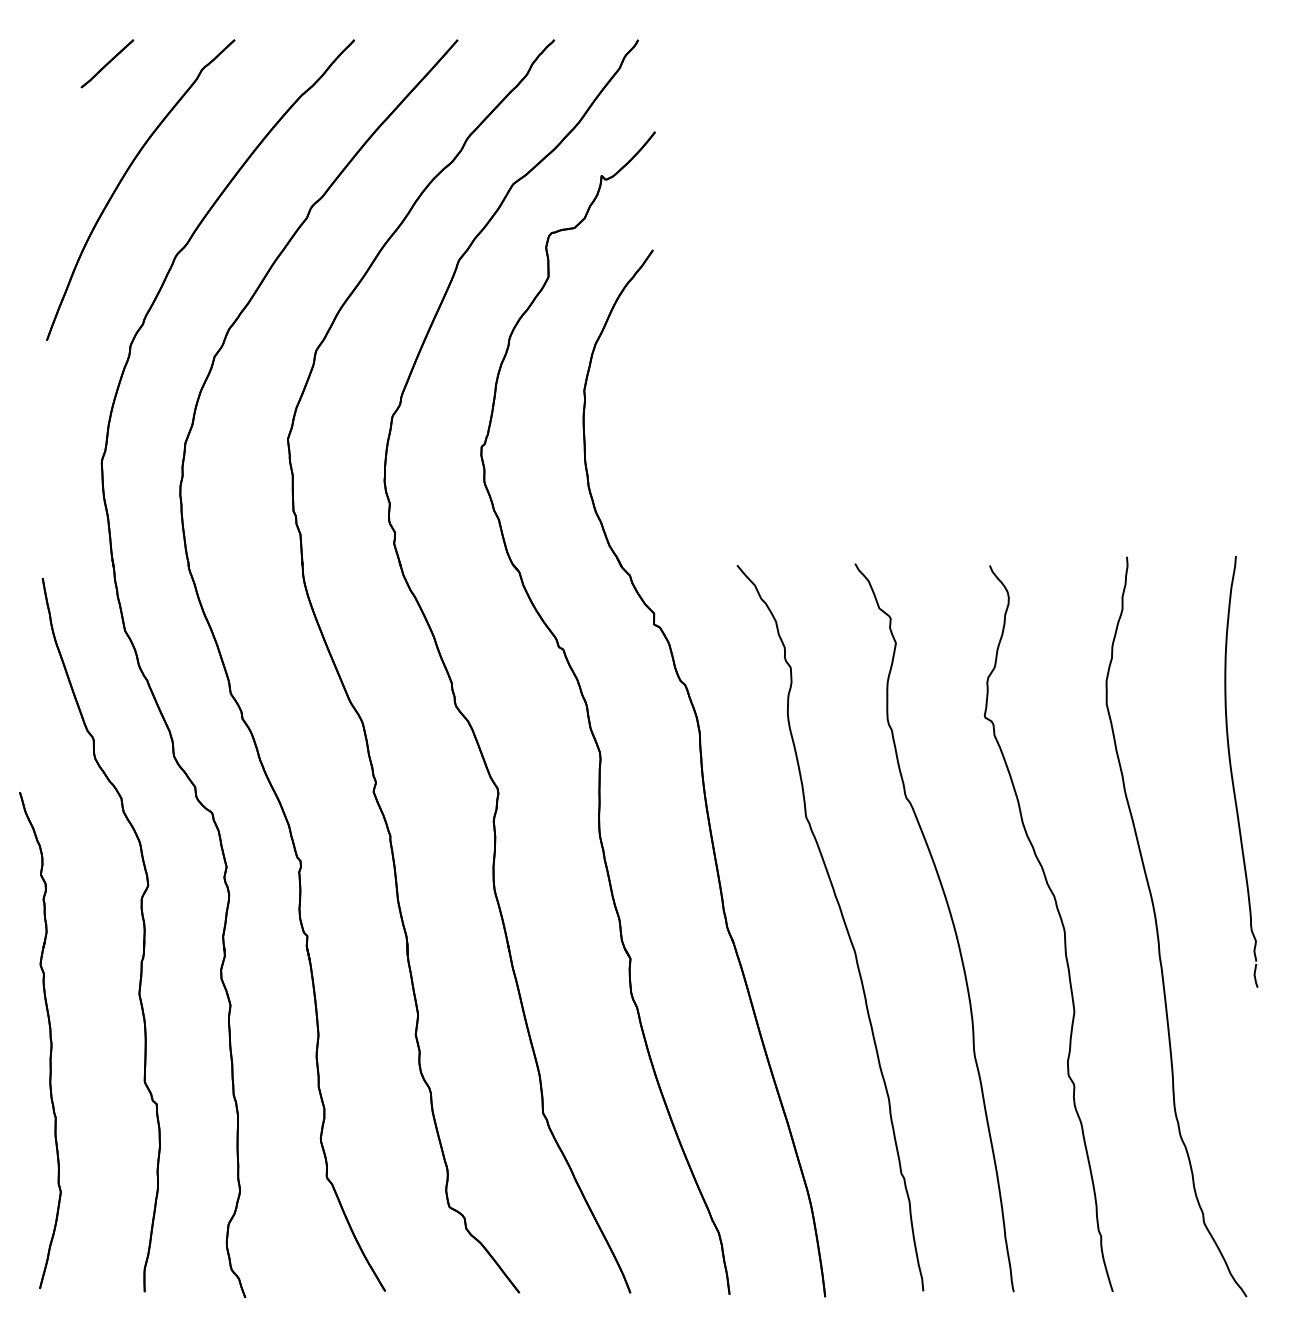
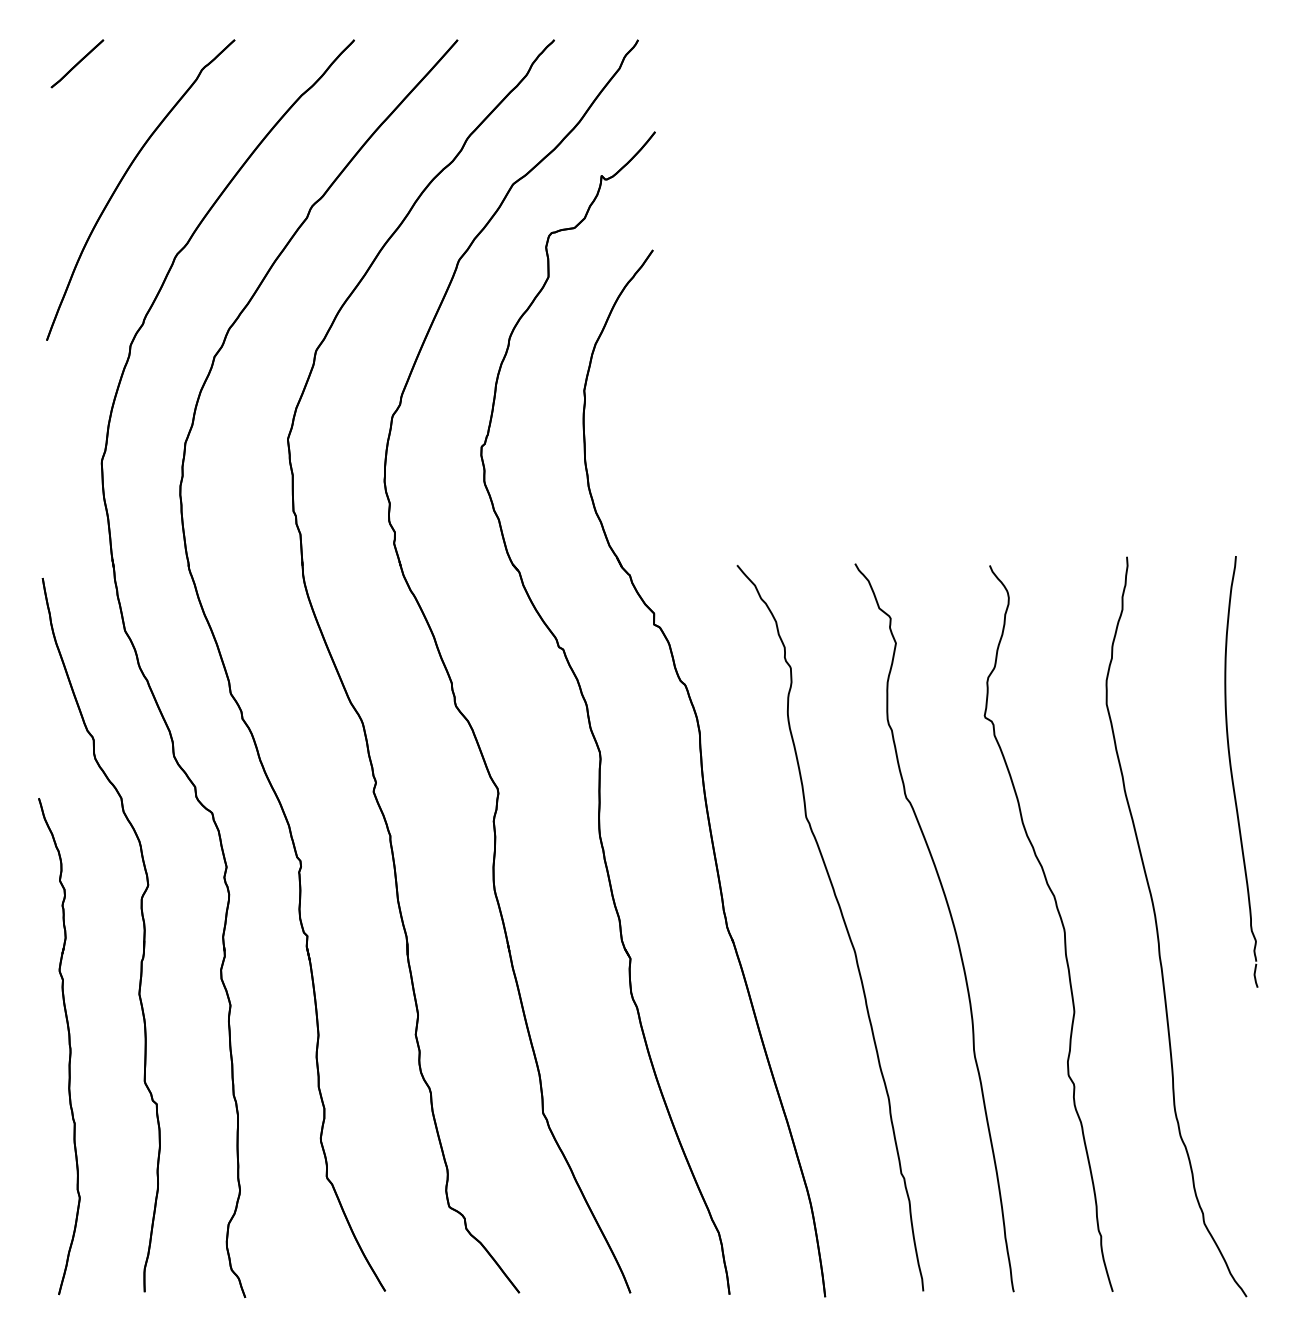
line at (107, 63) position: (107, 63) -> (77, 63)
part at (49, 1038) position: (49, 1038) -> (68, 1044)
